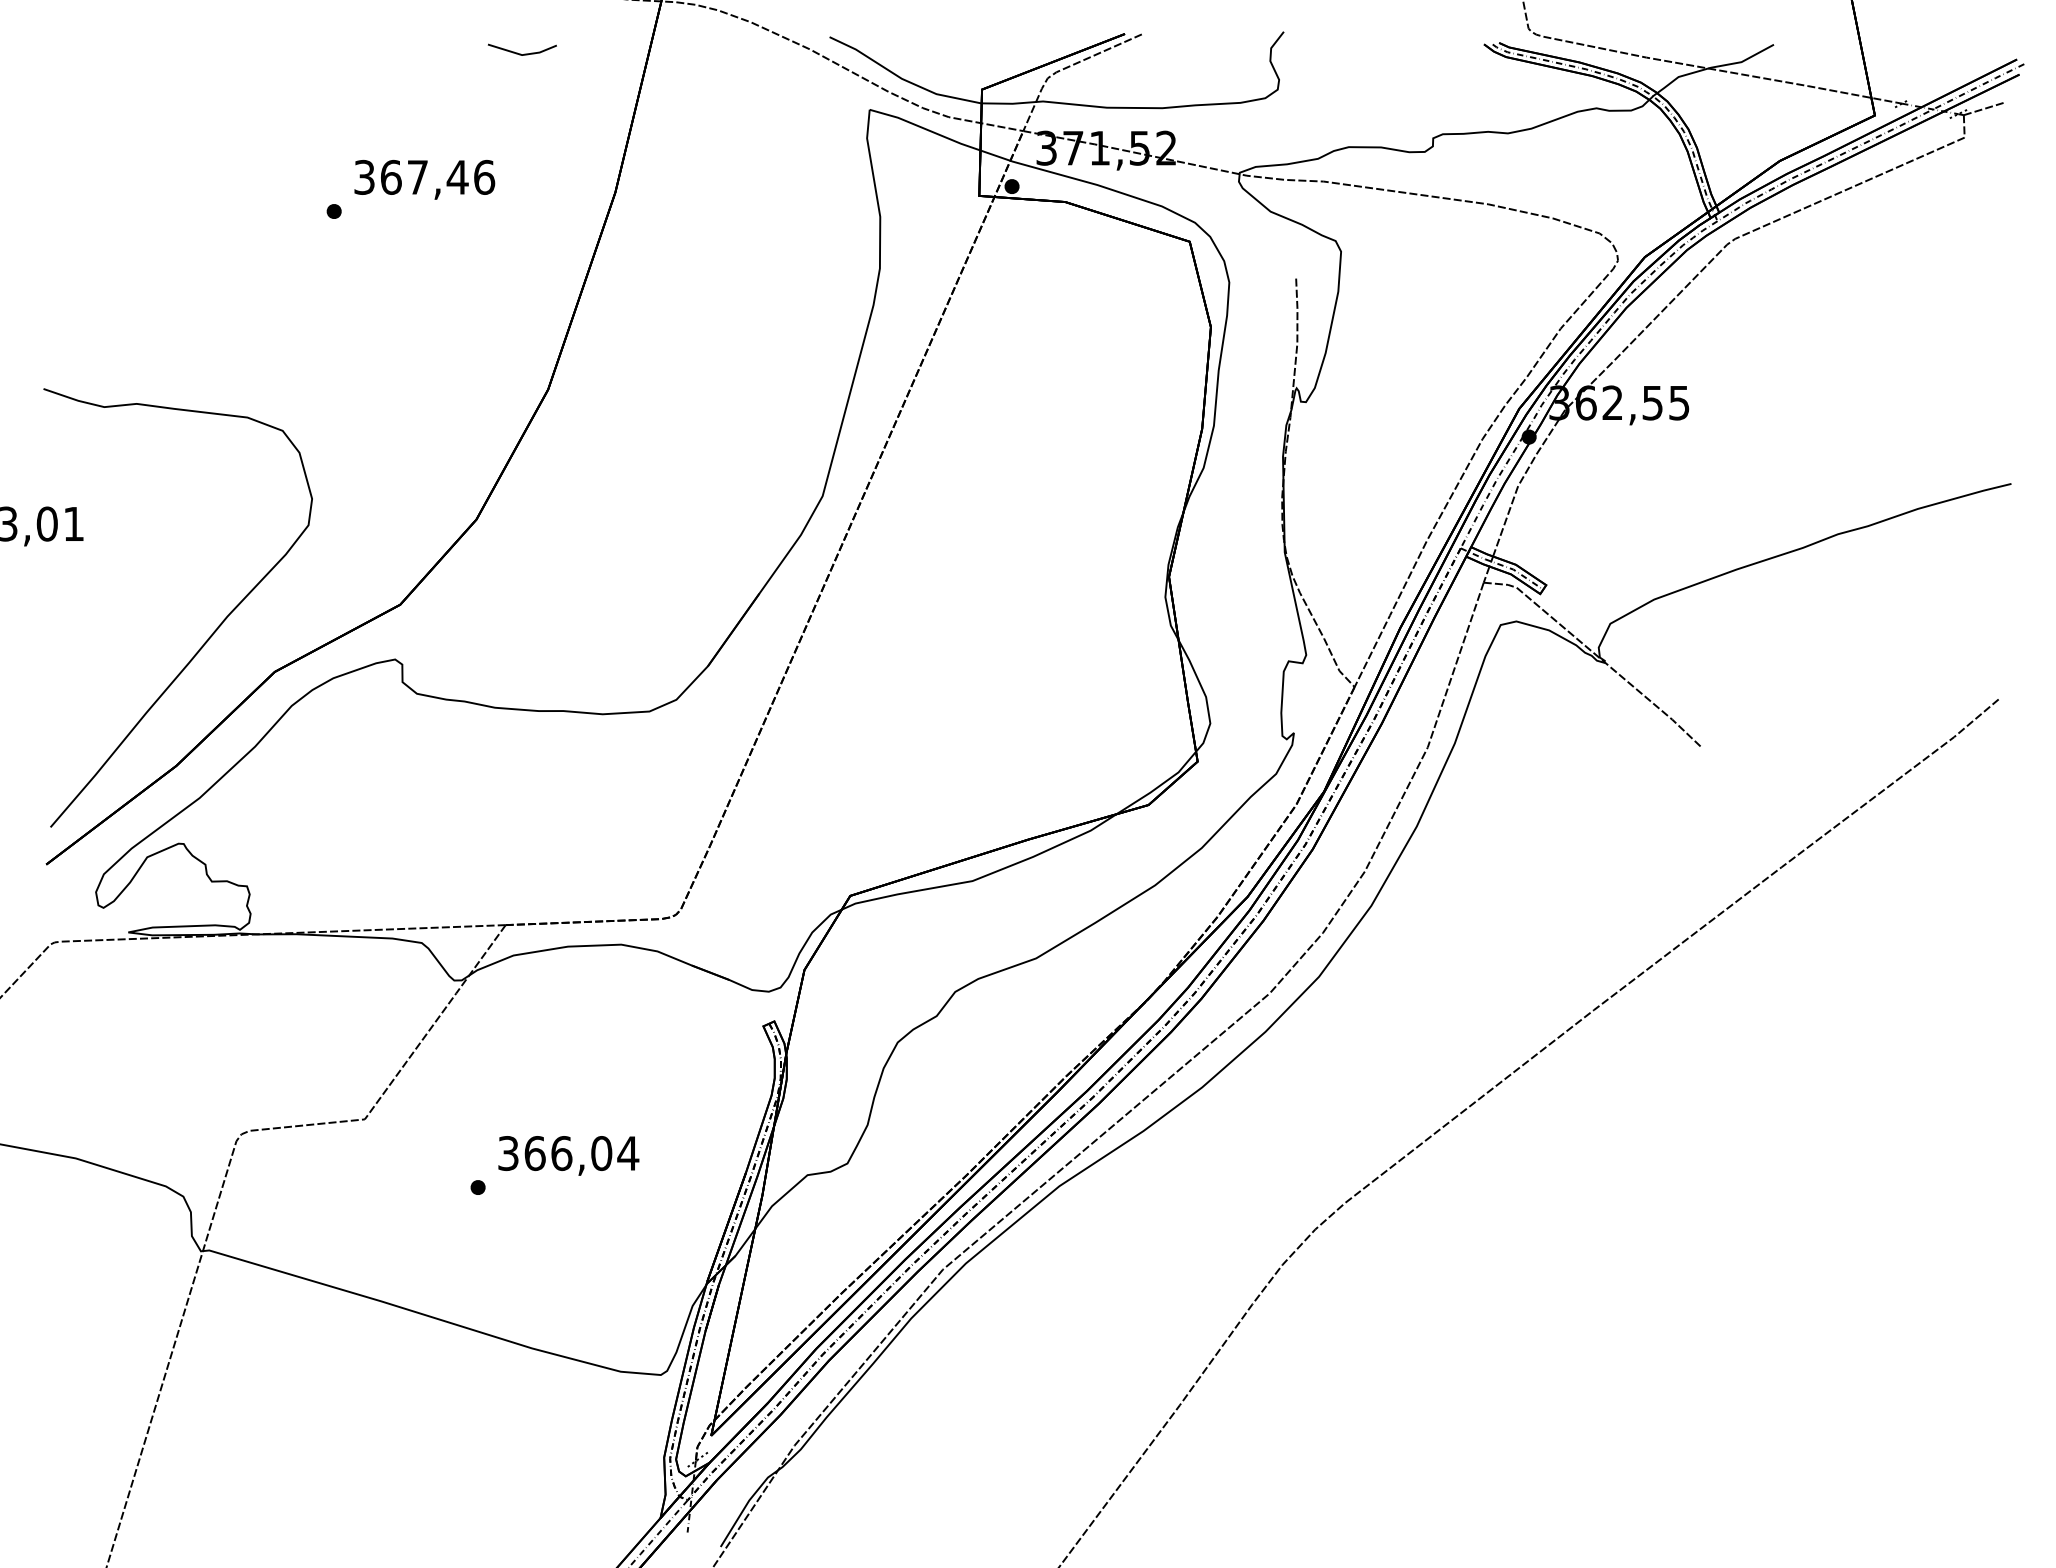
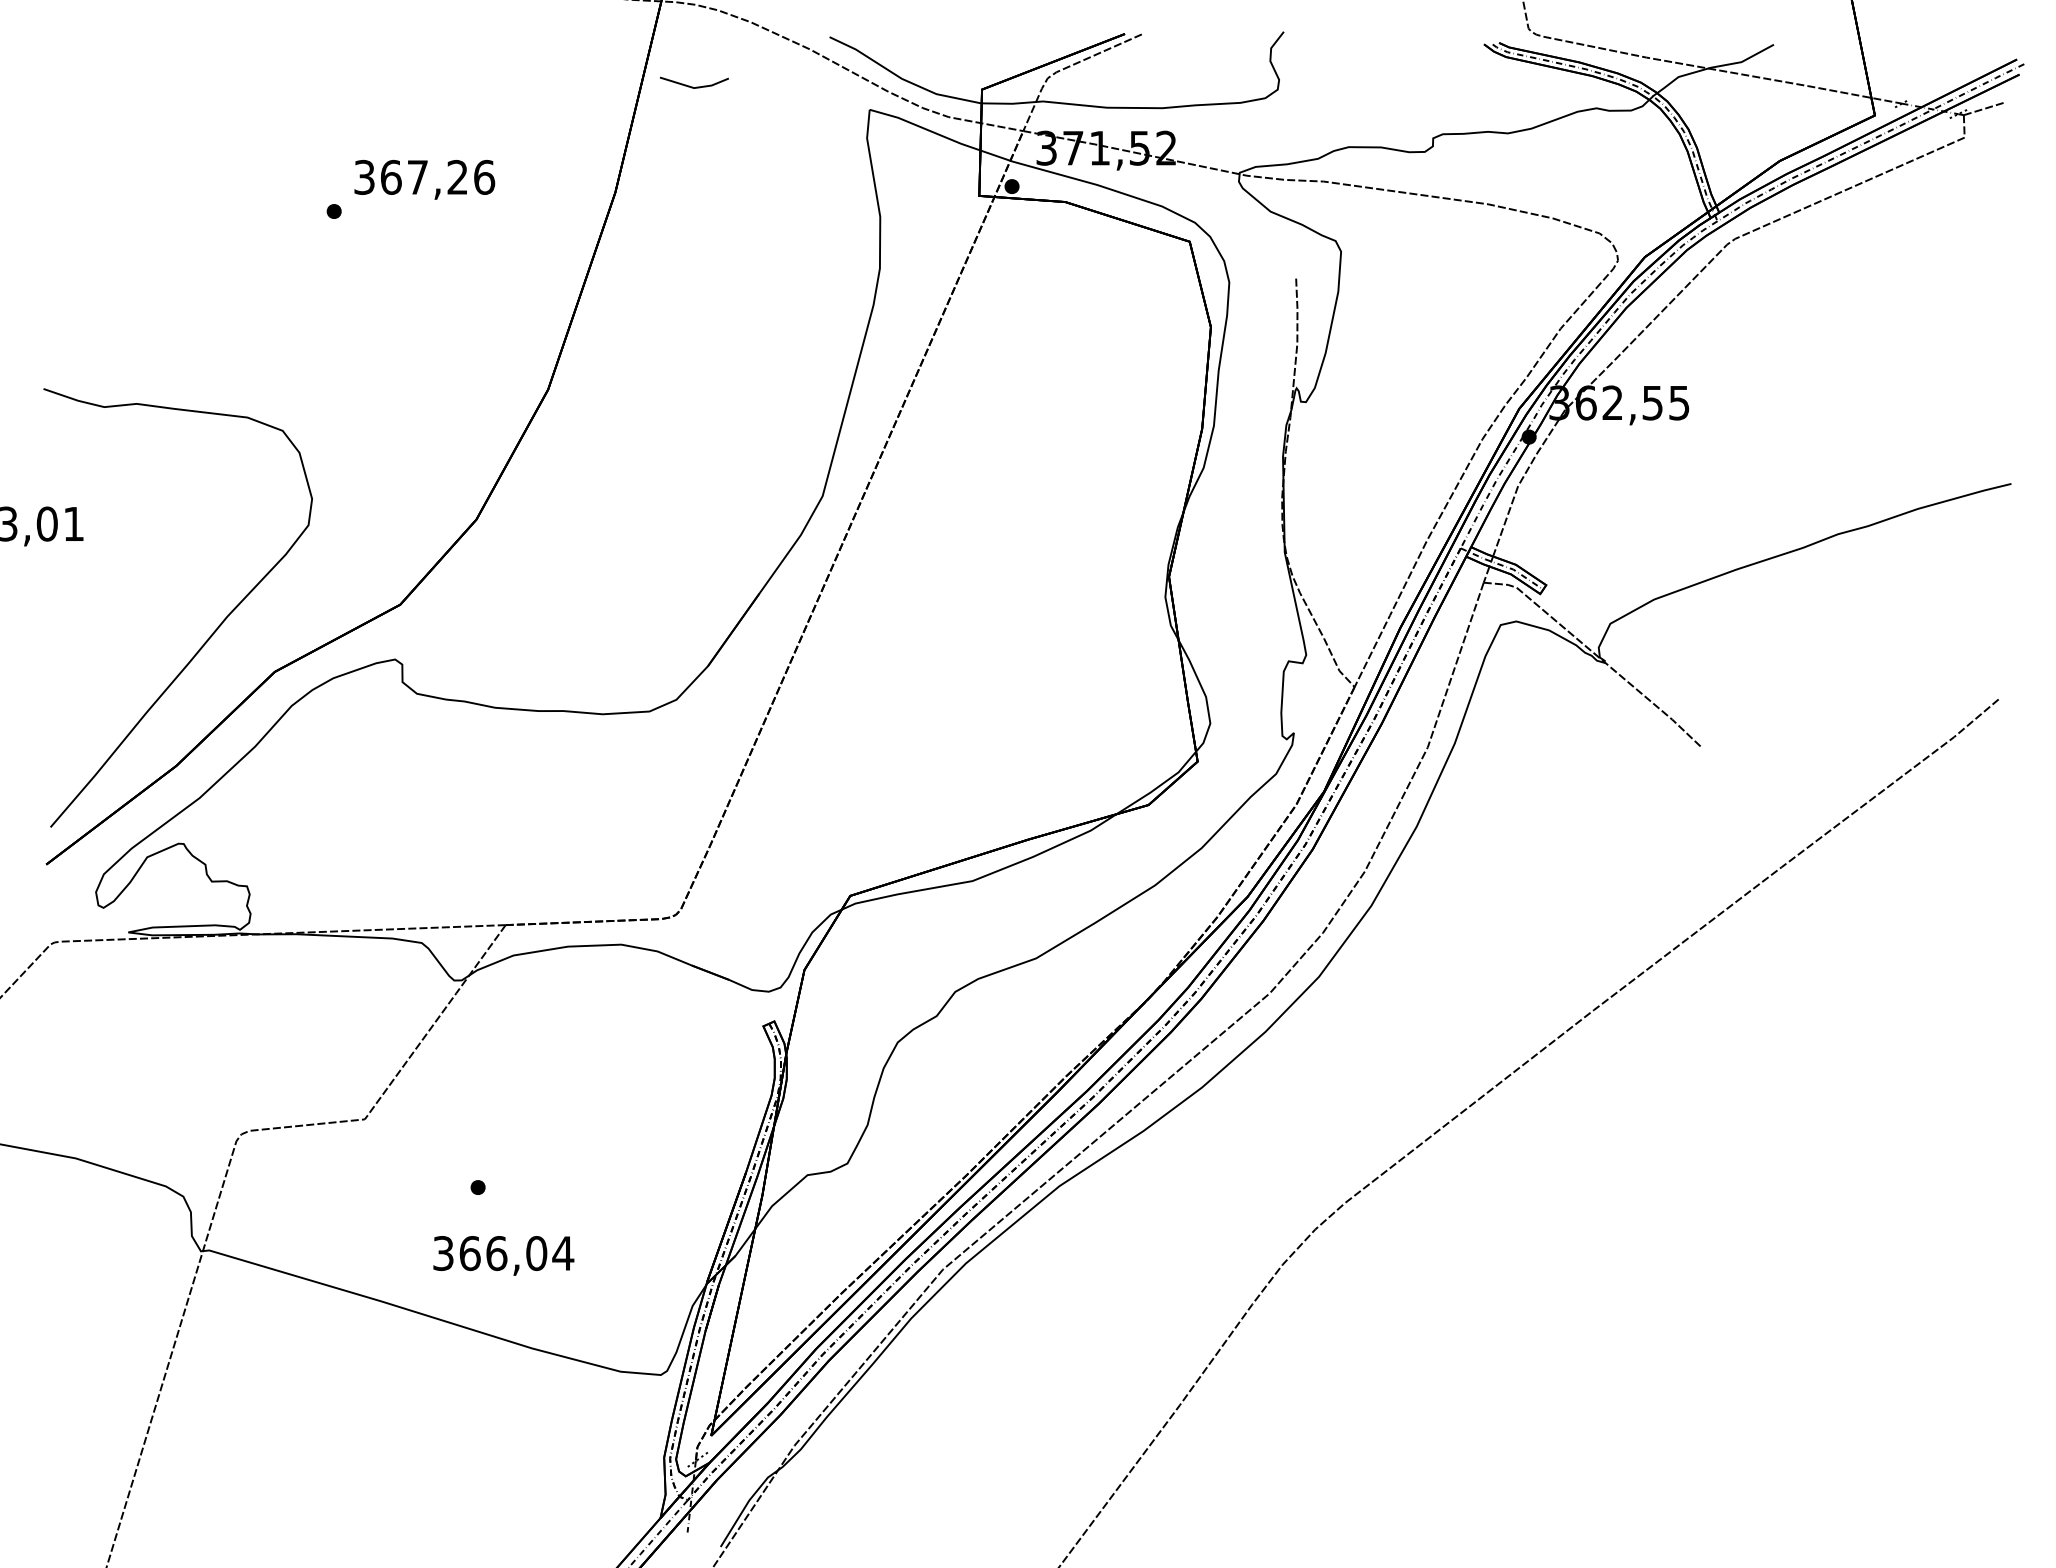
line at (520, 53) position: (520, 53) -> (692, 86)
text at (457, 176): 367,46 -> 367,26
text at (568, 1155) position: (568, 1155) -> (503, 1255)
